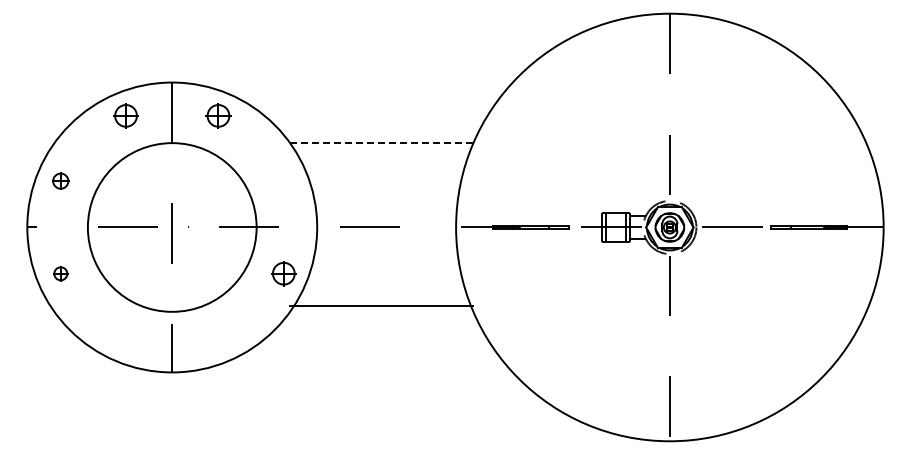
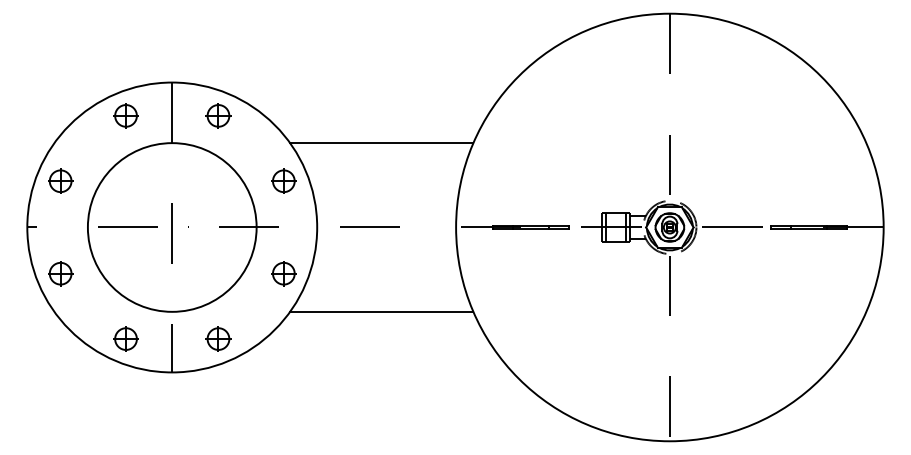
line at (381, 143): dashed -> solid
part at (60, 180) size: 18x18 px -> 26x26 px
part at (283, 180): none -> present
part at (60, 273) size: 16x16 px -> 26x26 px
line at (381, 305) position: (381, 305) -> (381, 311)
part at (125, 338): none -> present
part at (218, 338): none -> present
